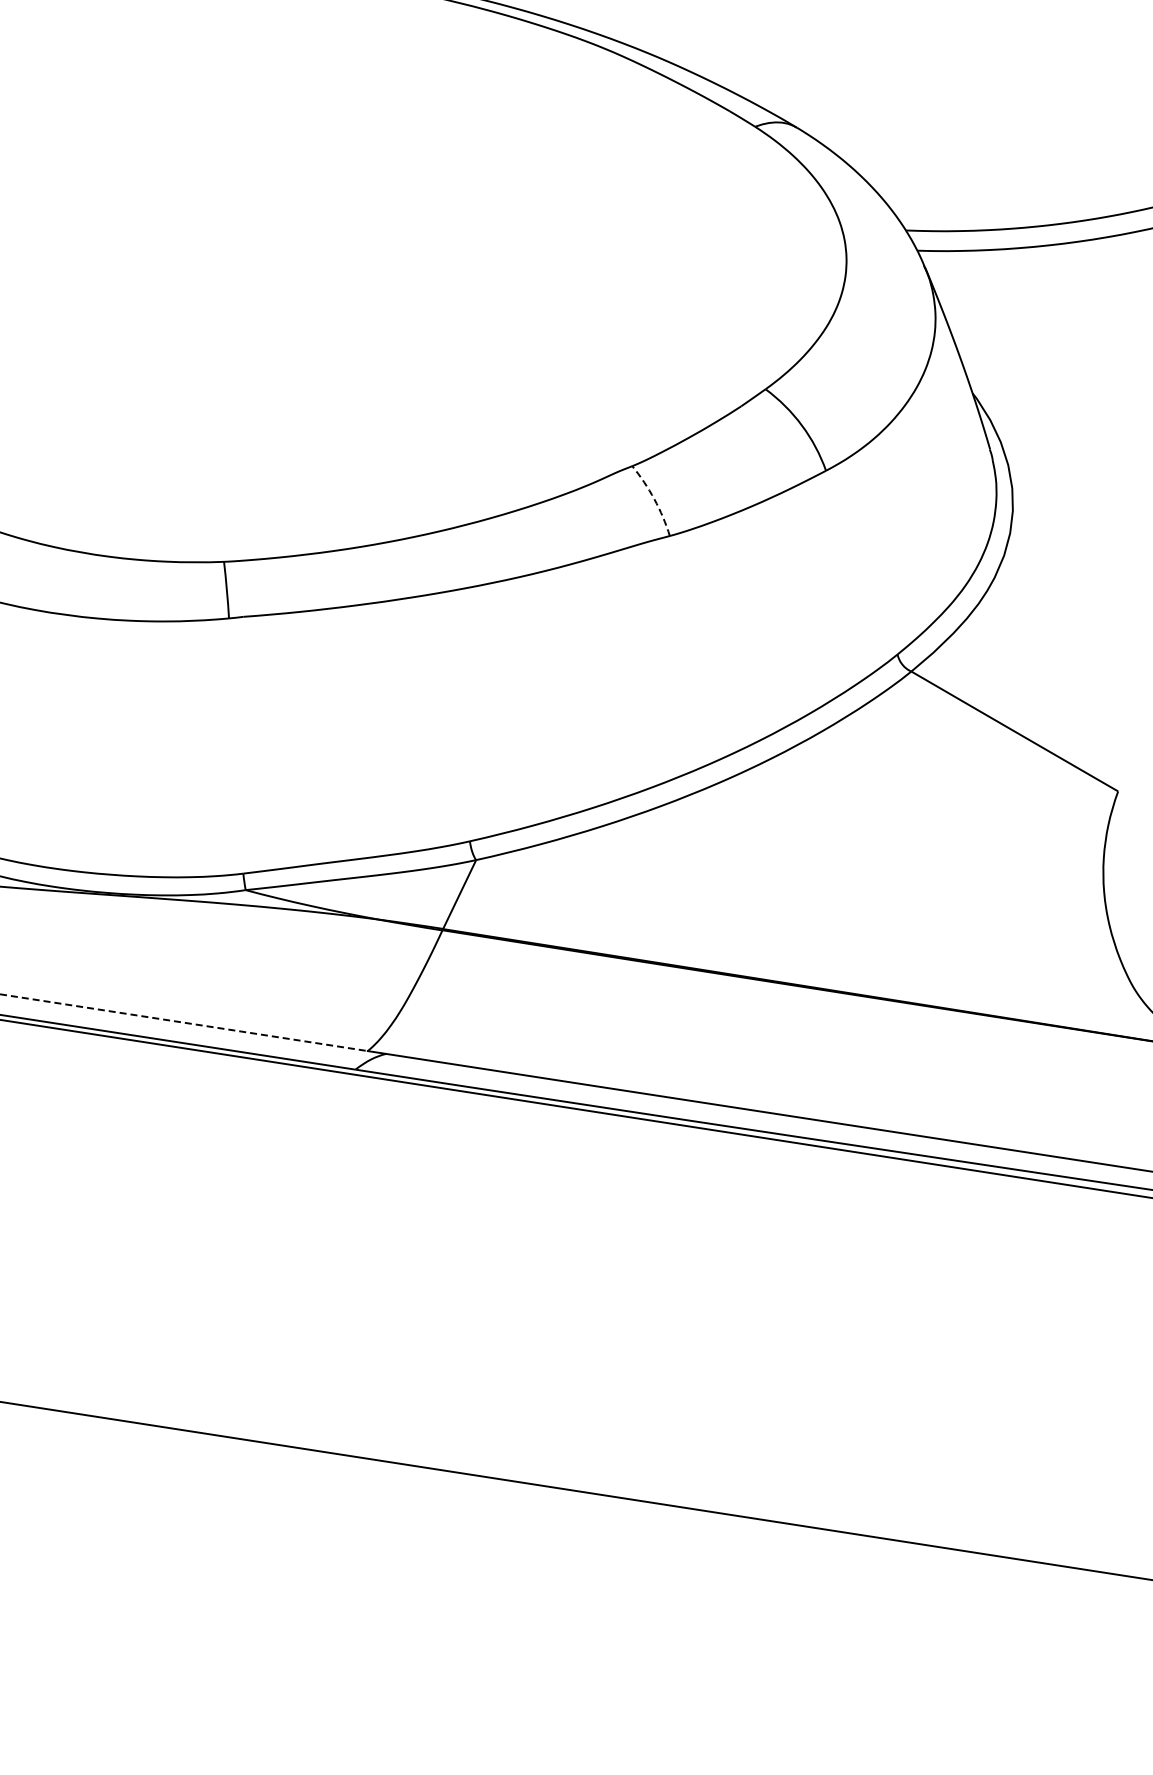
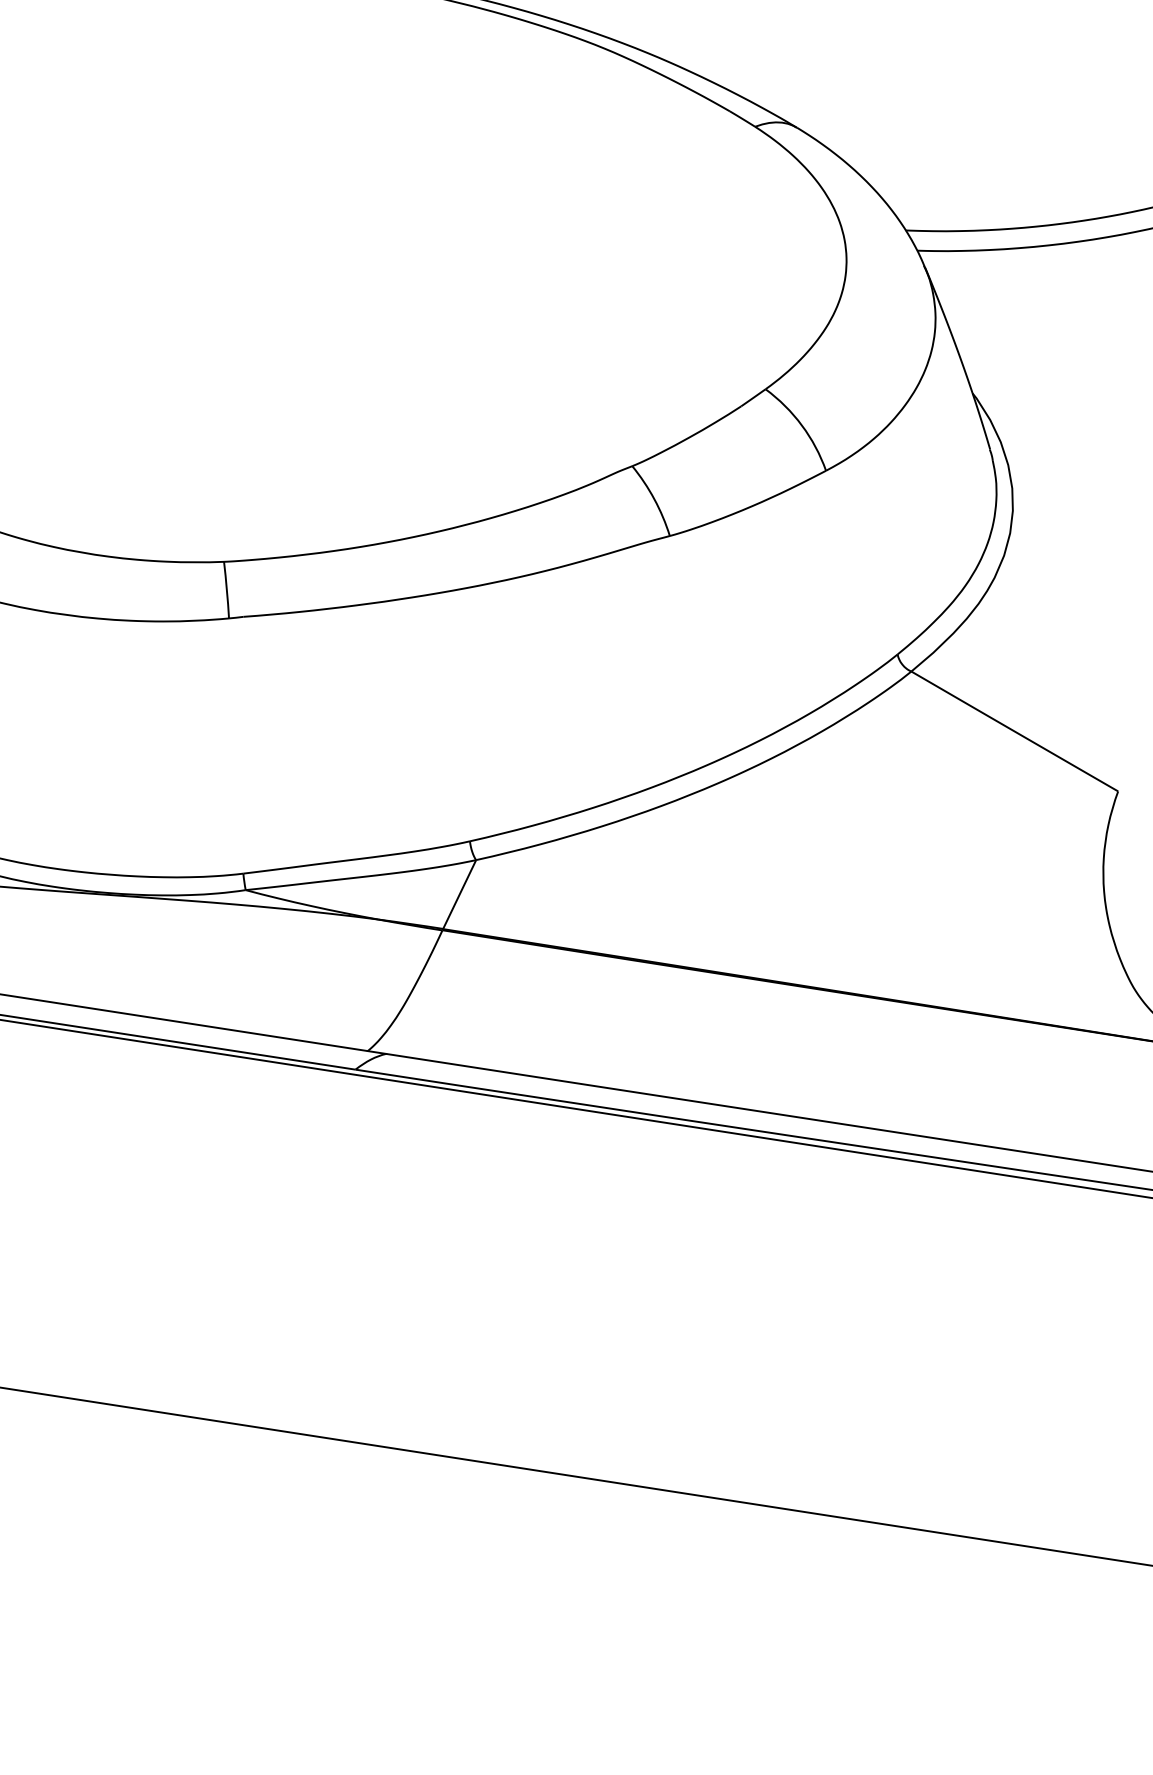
arc at (654, 499): dashed -> solid
line at (184, 1022): dashed -> solid
line at (575, 1490) position: (575, 1490) -> (575, 1476)
